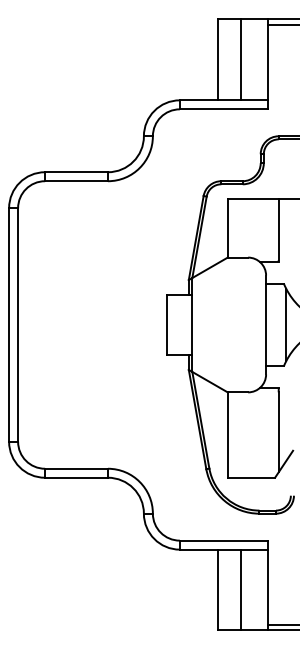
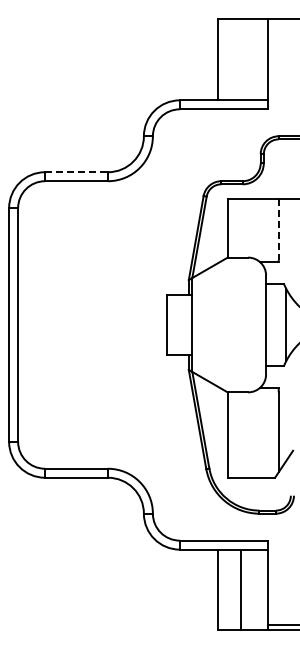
line at (281, 24): present -> none
line at (240, 59): present -> none
line at (77, 172): solid -> dashed
line at (278, 230): solid -> dashed
